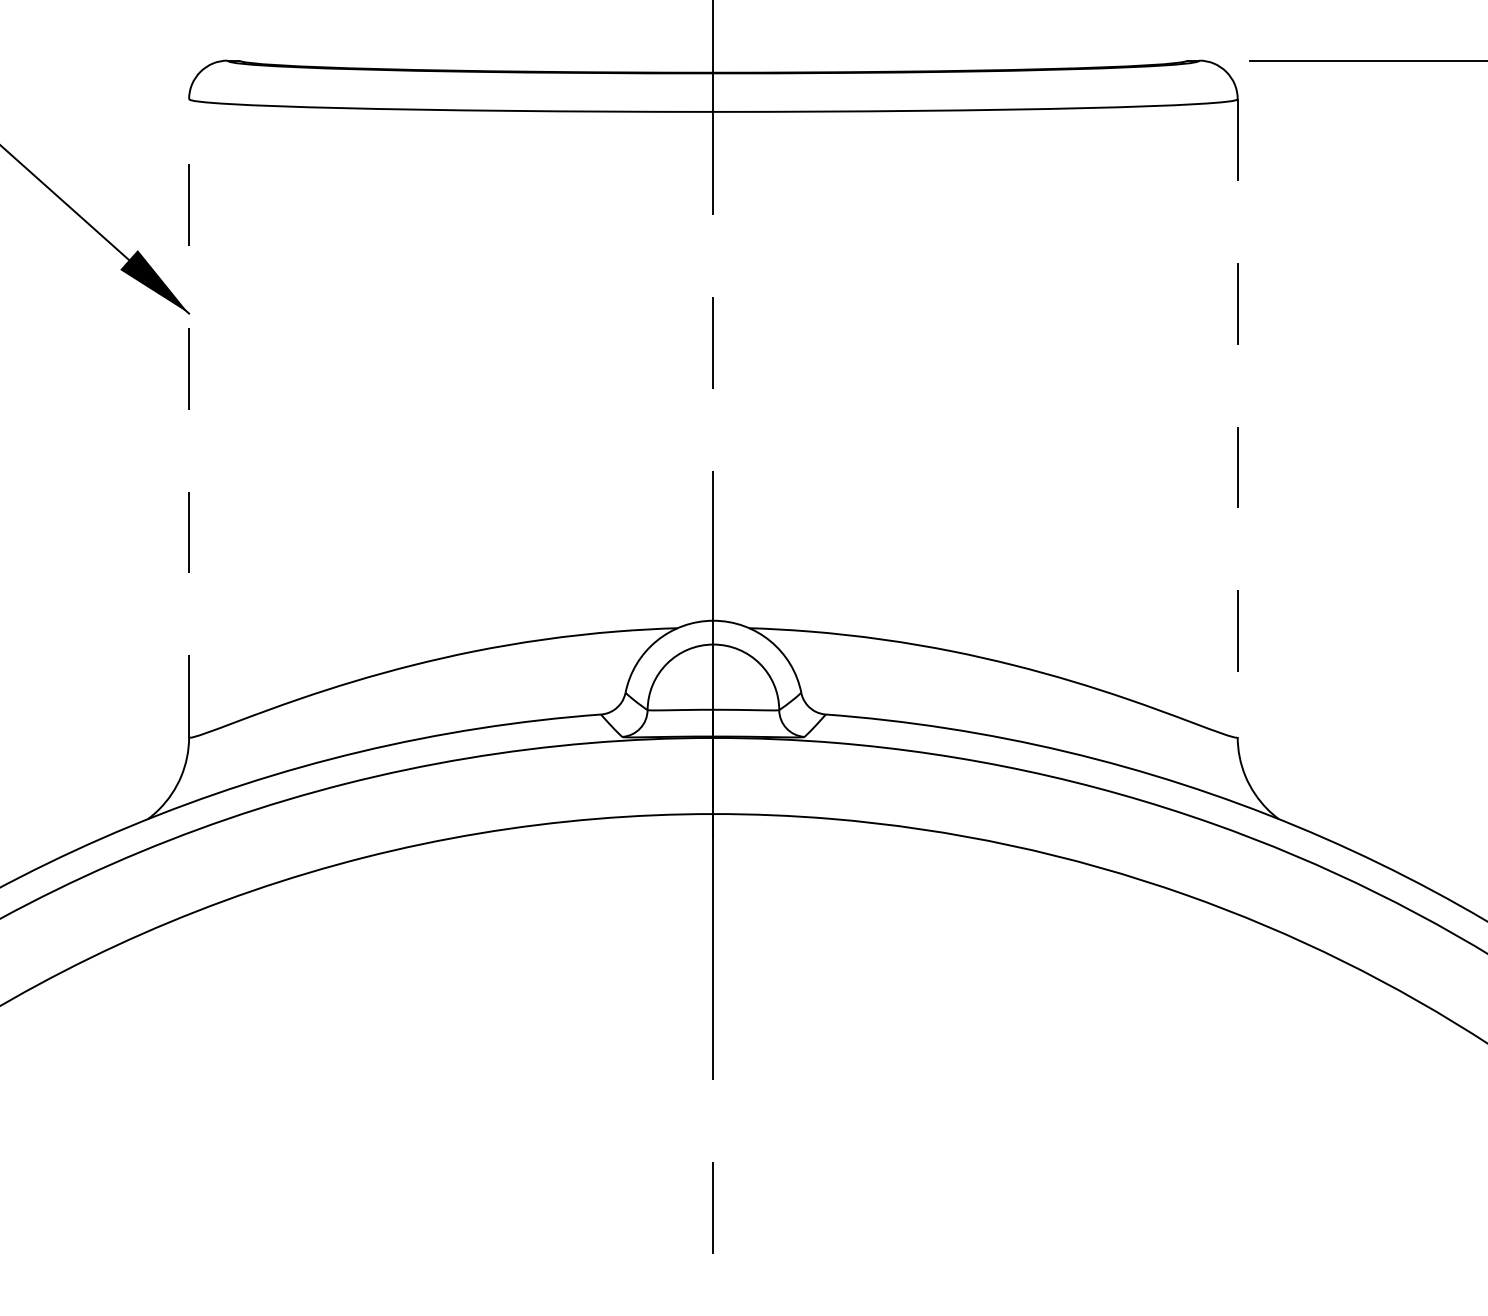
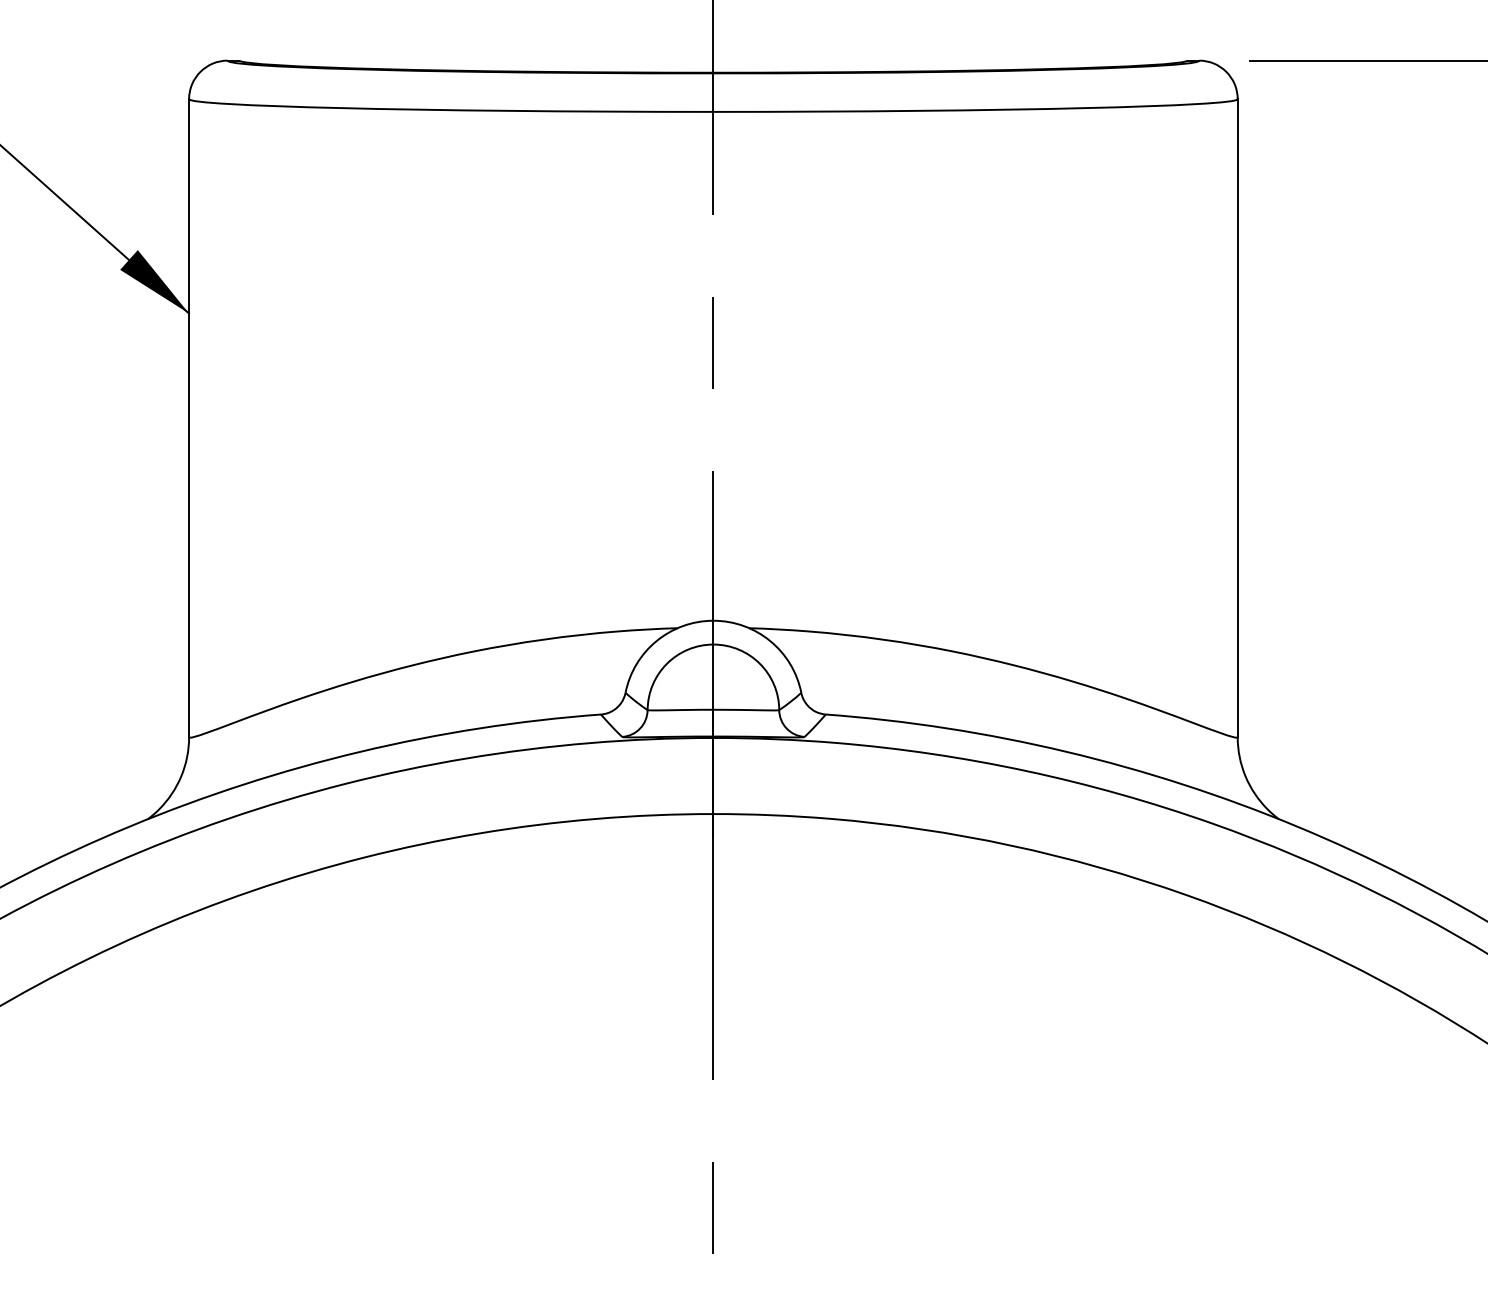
line at (189, 418): dashed -> solid
line at (1237, 418): dashed -> solid
